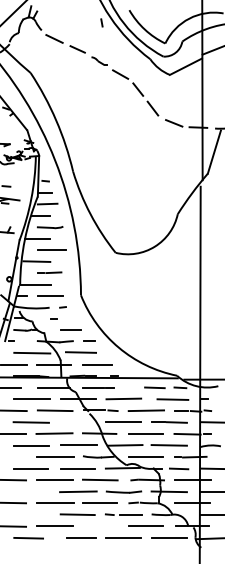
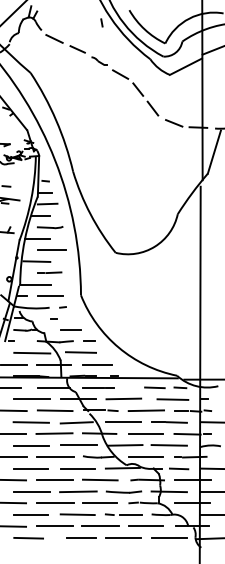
line at (76, 422): none -> present
line at (14, 456): none -> present
line at (31, 492): none -> present
line at (30, 515): none -> present
line at (100, 525): none -> present
